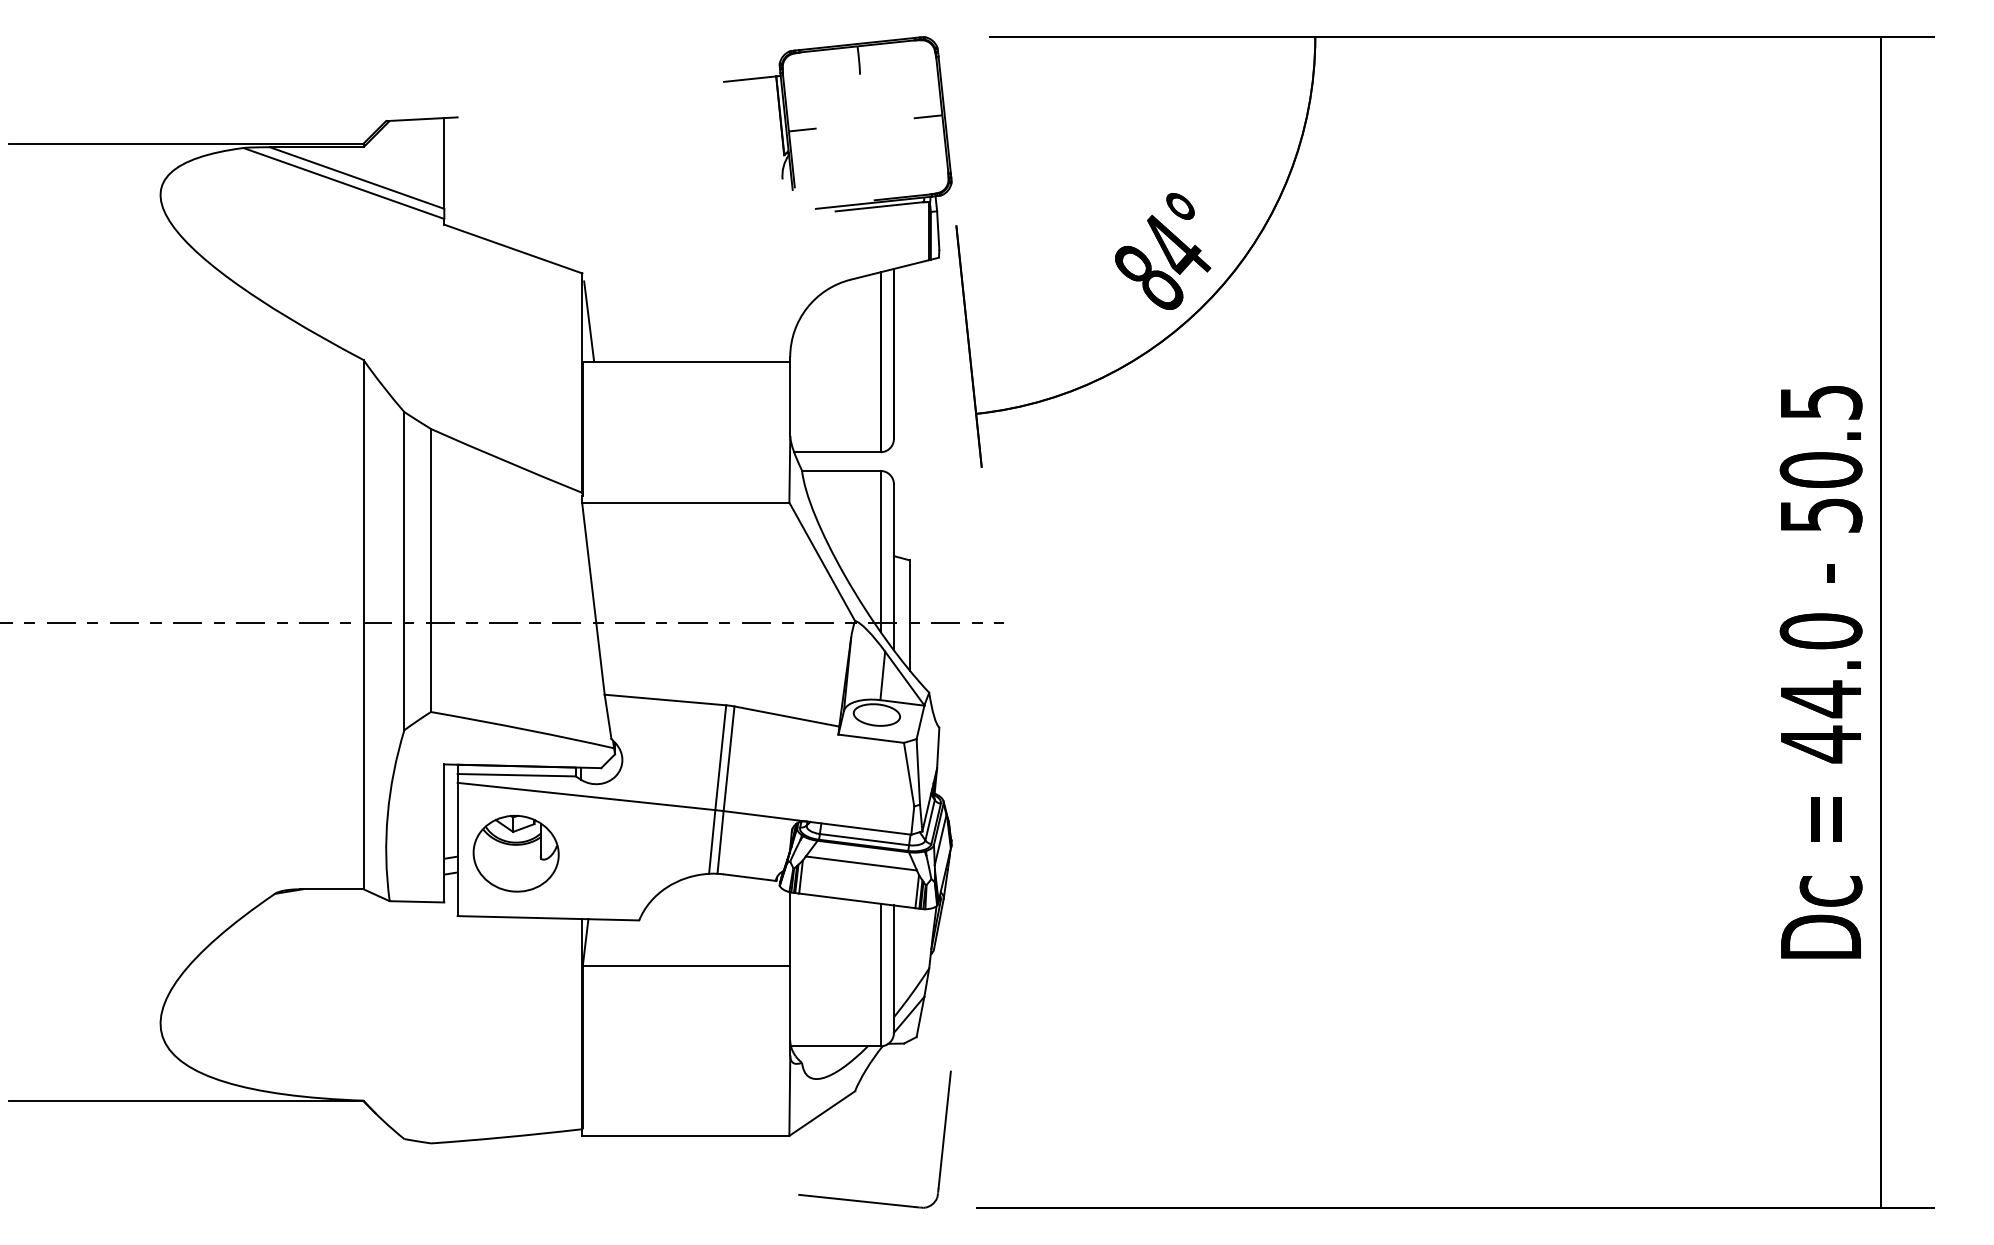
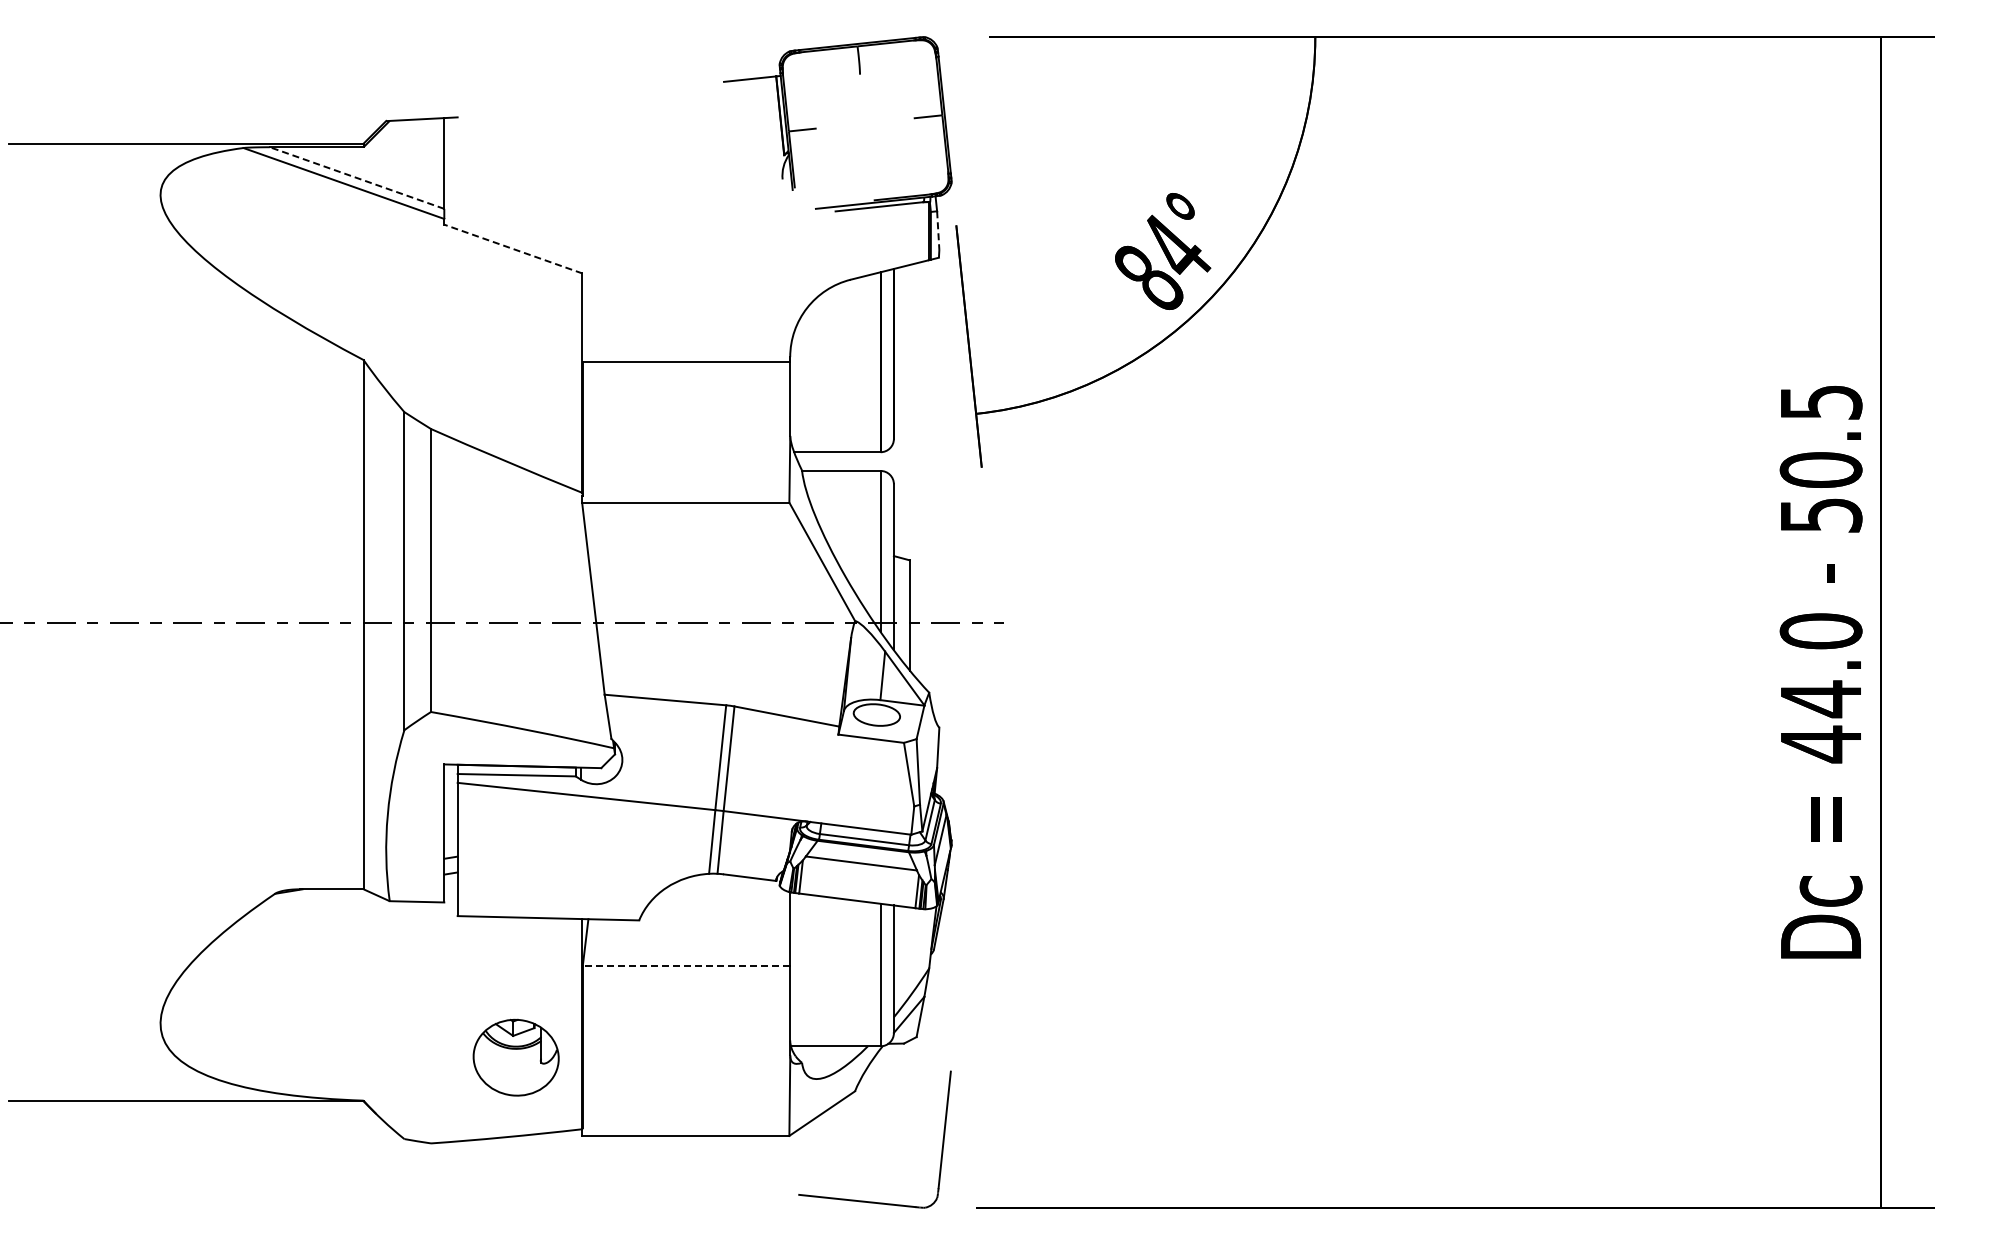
line at (357, 178): solid -> dashed
line at (938, 231): solid -> dashed
line at (512, 248): solid -> dashed
line at (589, 321): present -> none
part at (515, 853) position: (515, 853) -> (515, 1057)
line at (686, 965): solid -> dashed
